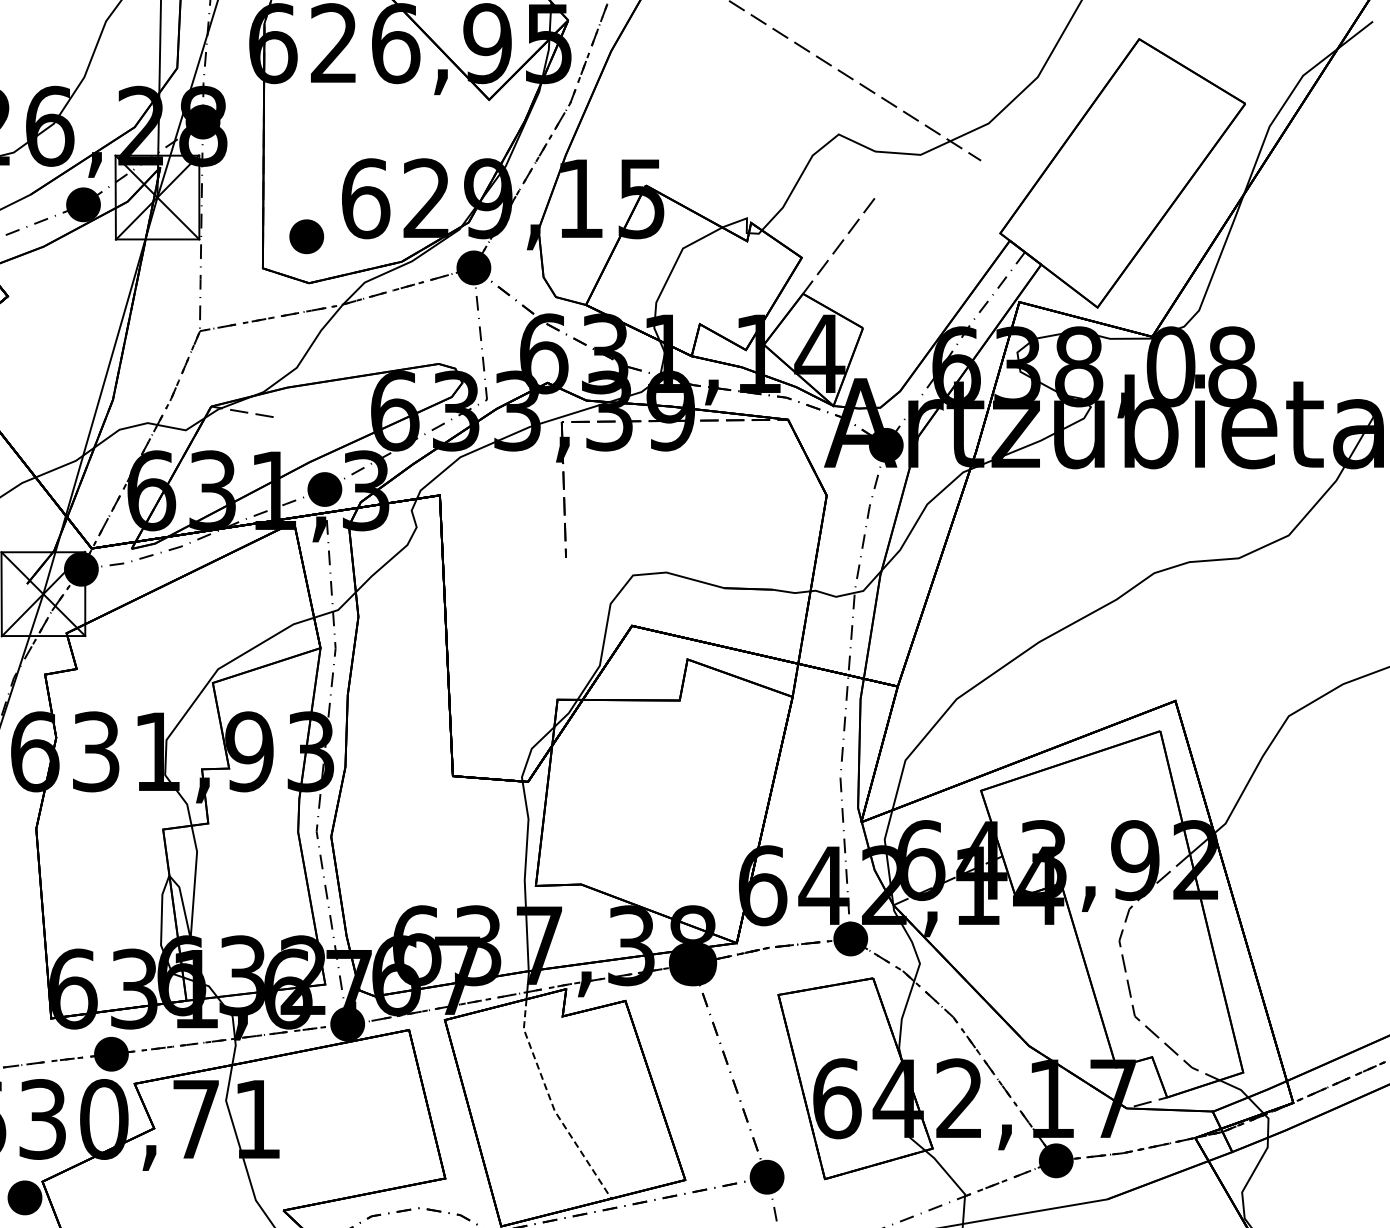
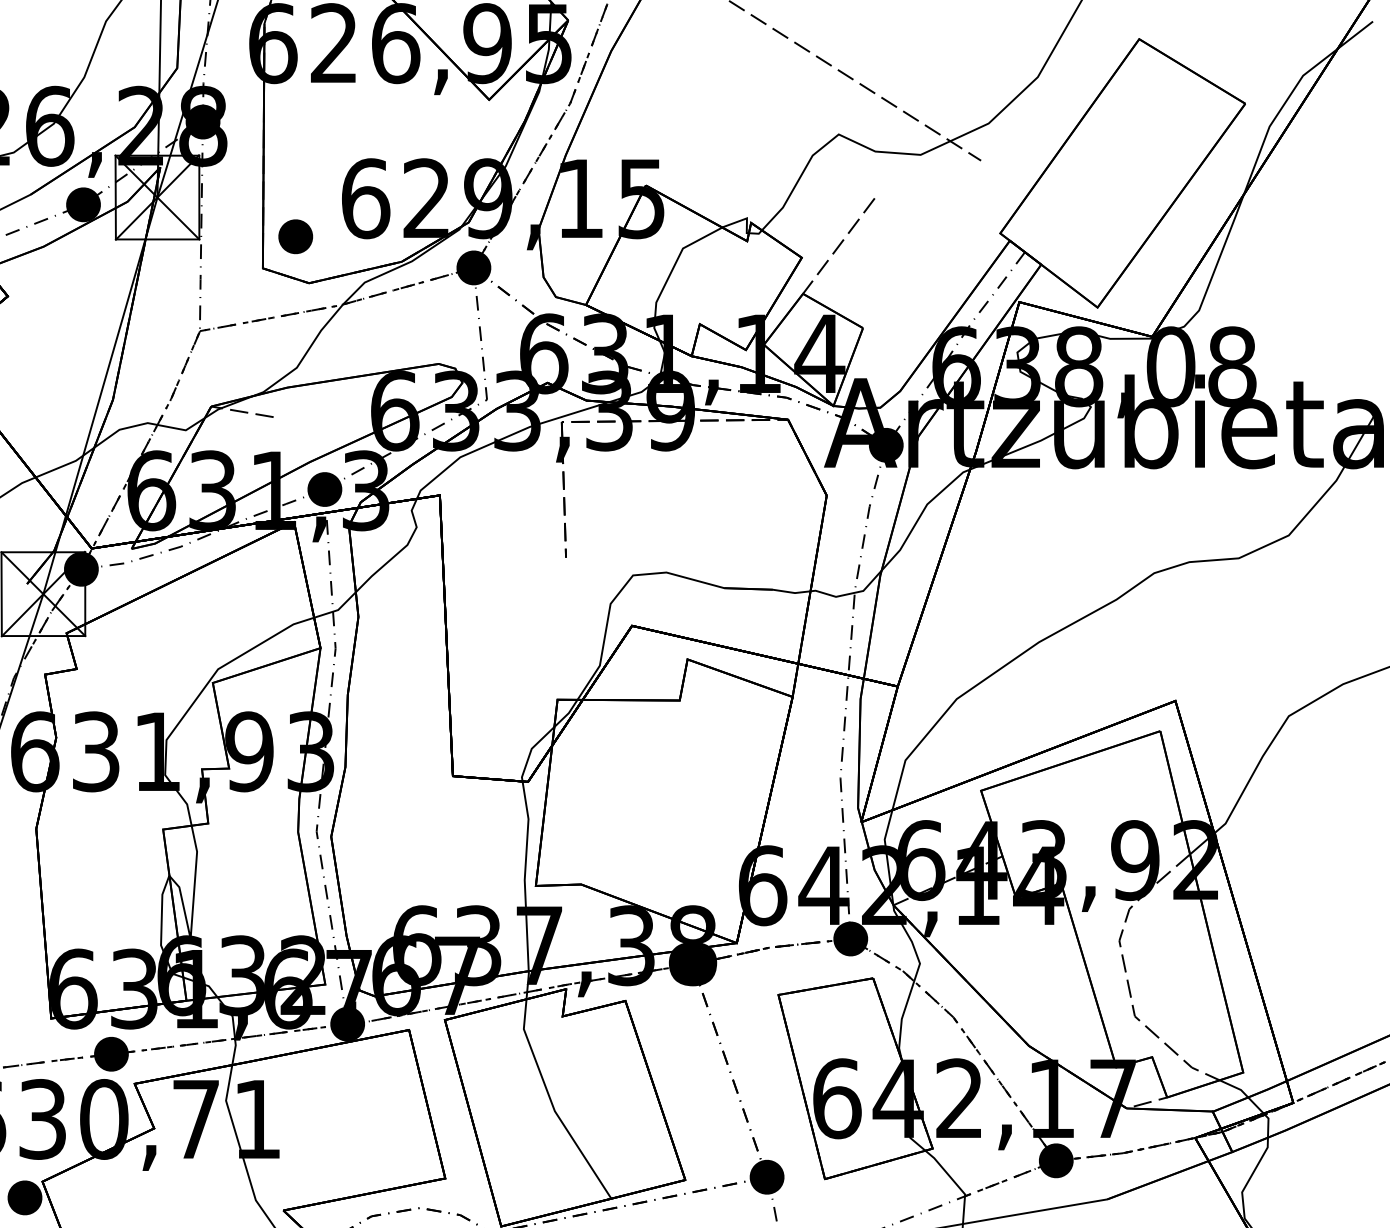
part at (306, 236) position: (306, 236) -> (295, 236)
line at (552, 1105): dashed -> solid
